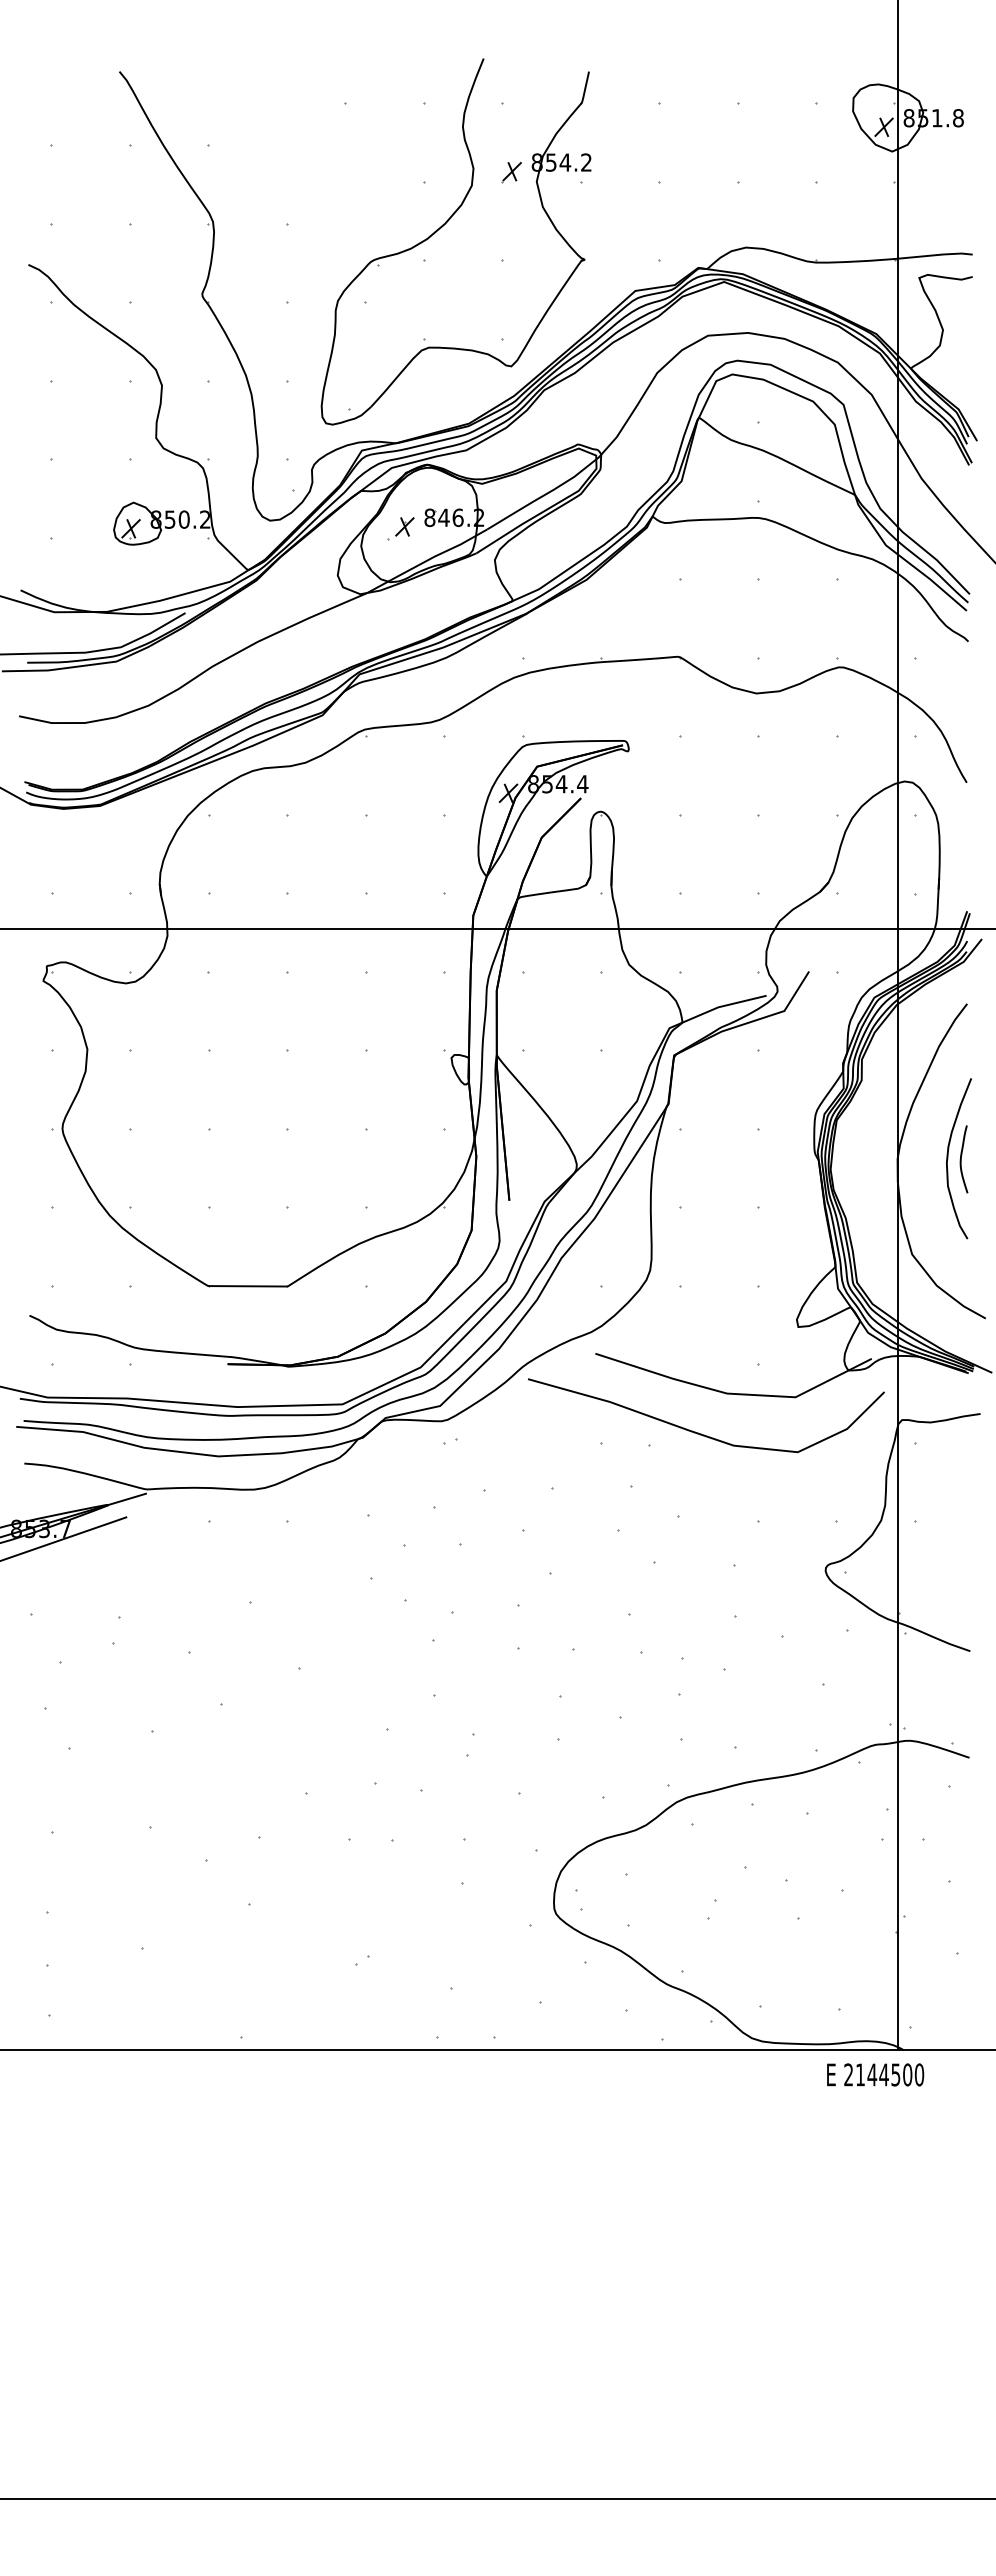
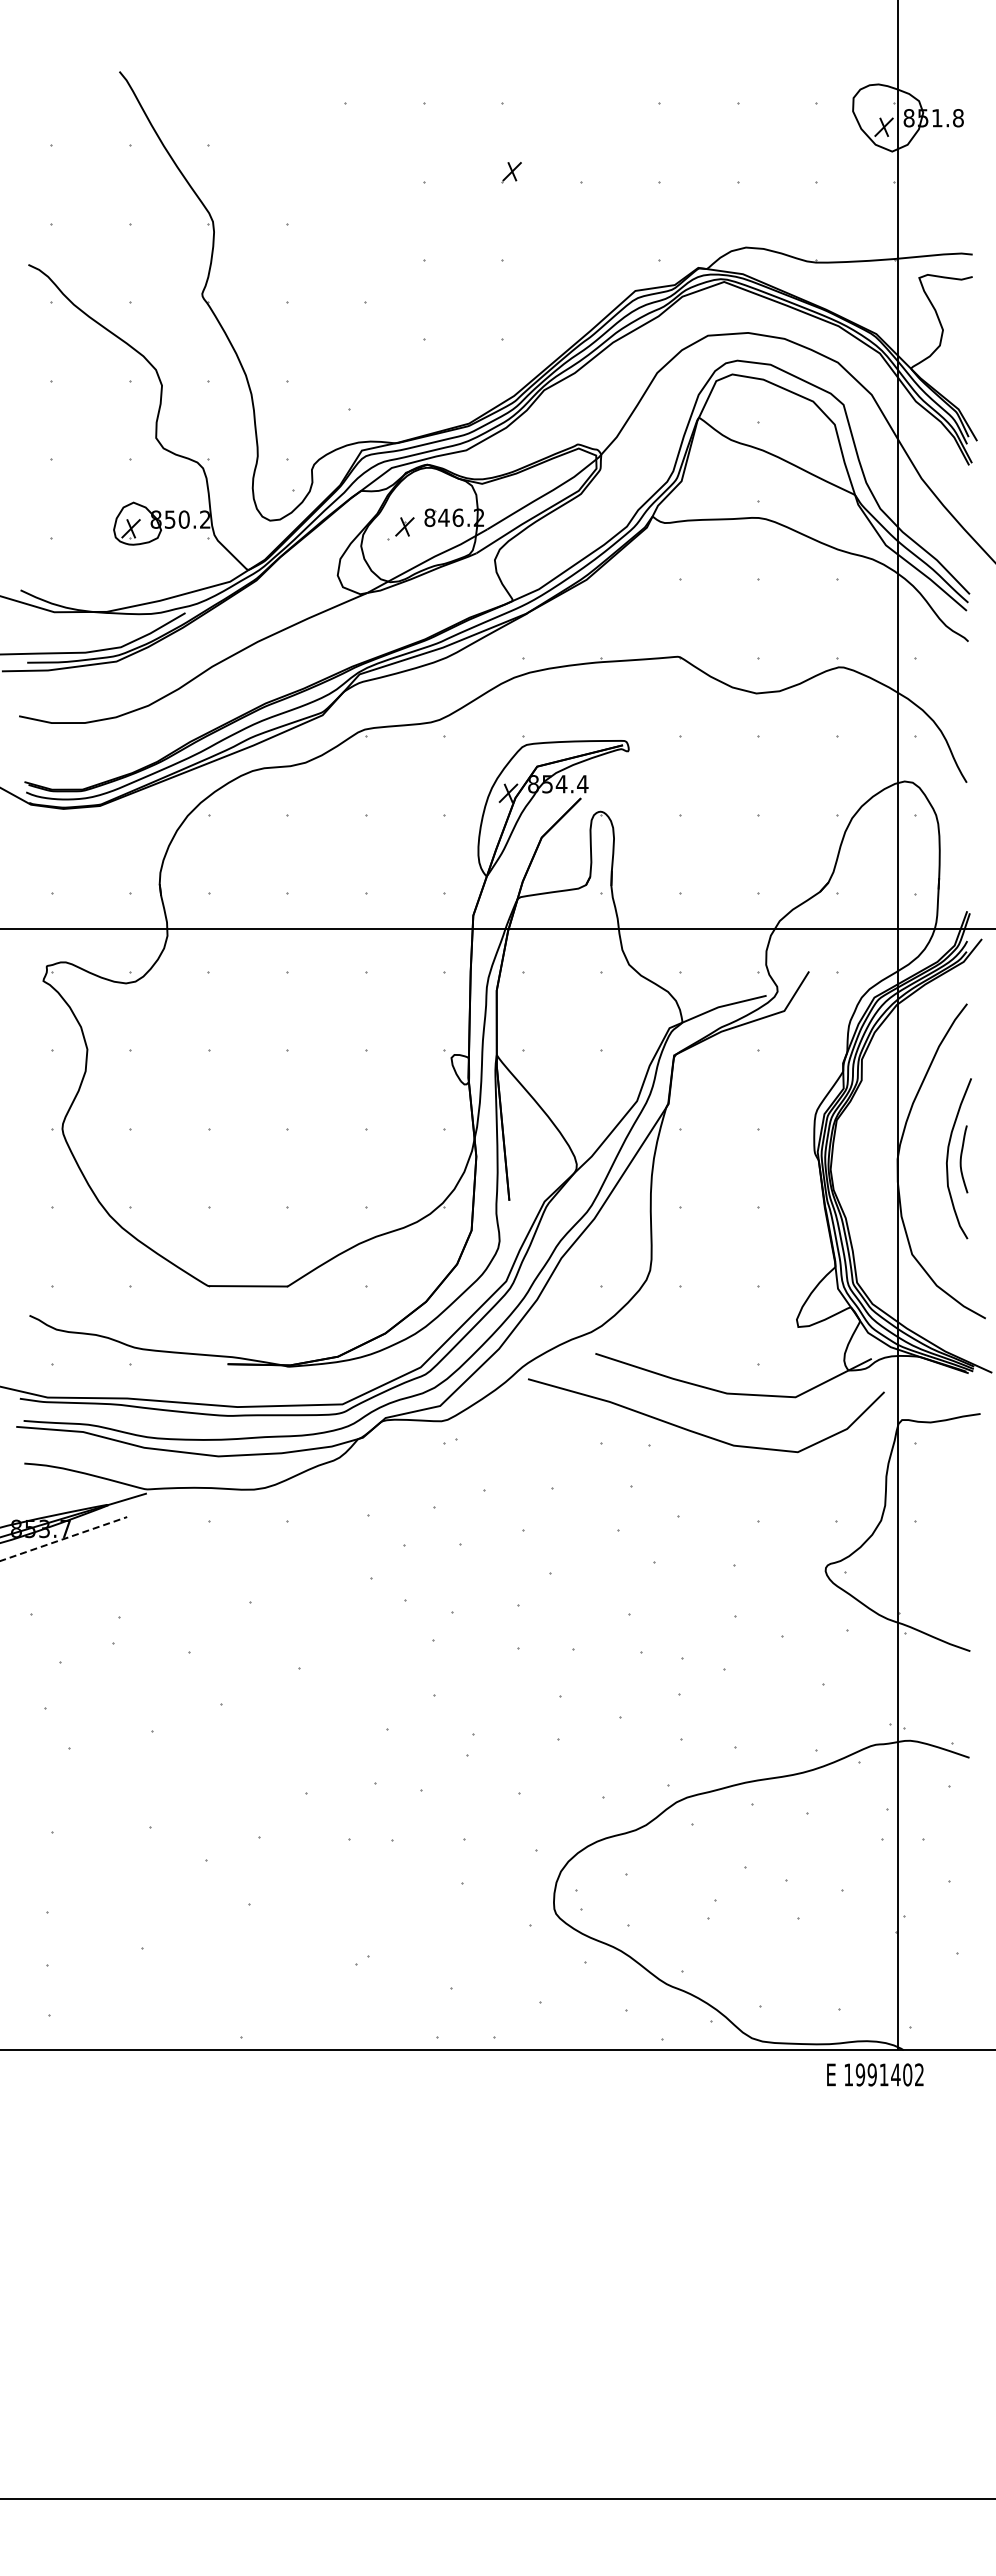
part at (442, 227): present -> none
line at (63, 1538): solid -> dashed
text at (884, 2074): 2144500 -> 1991402
